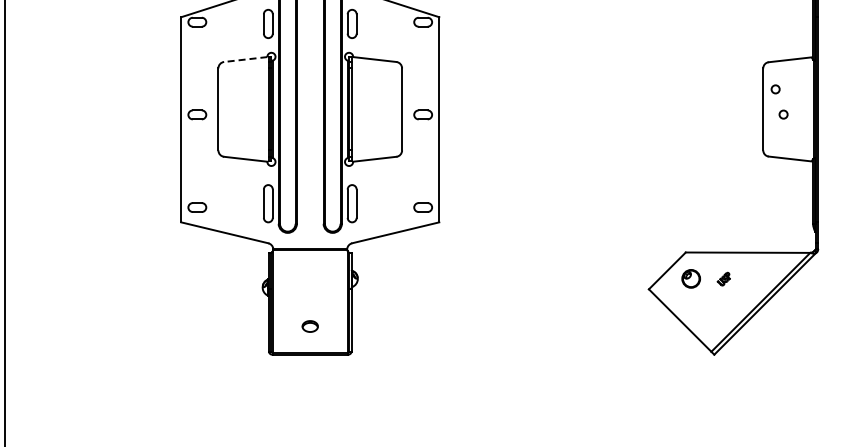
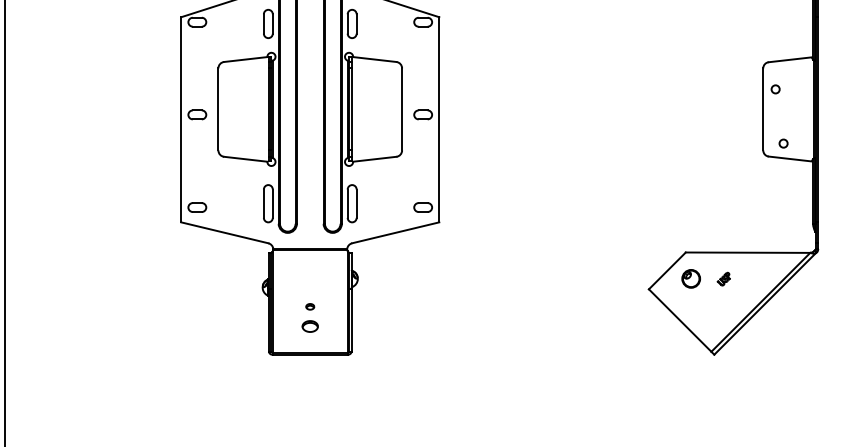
line at (245, 59): dashed -> solid
circle at (783, 114) position: (783, 114) -> (783, 143)
part at (310, 306): none -> present
